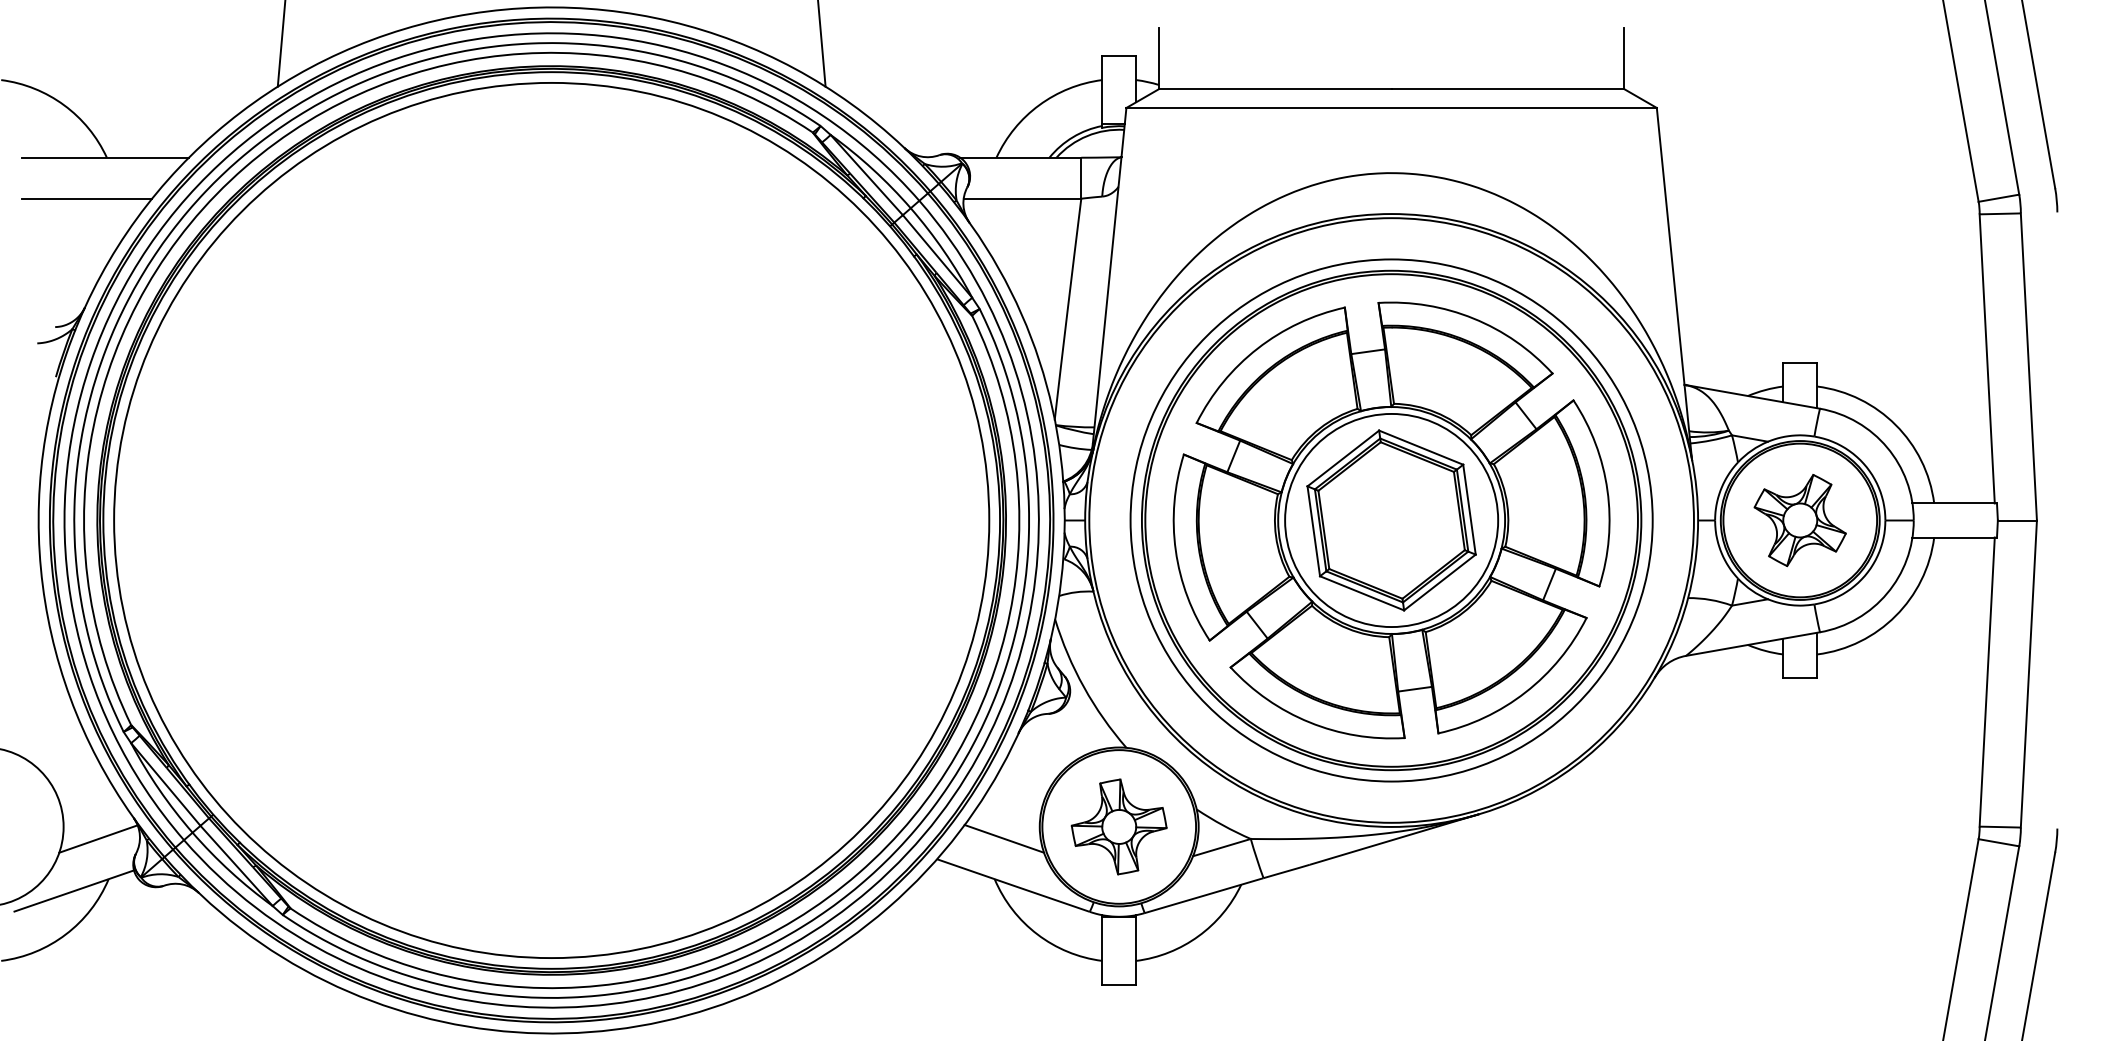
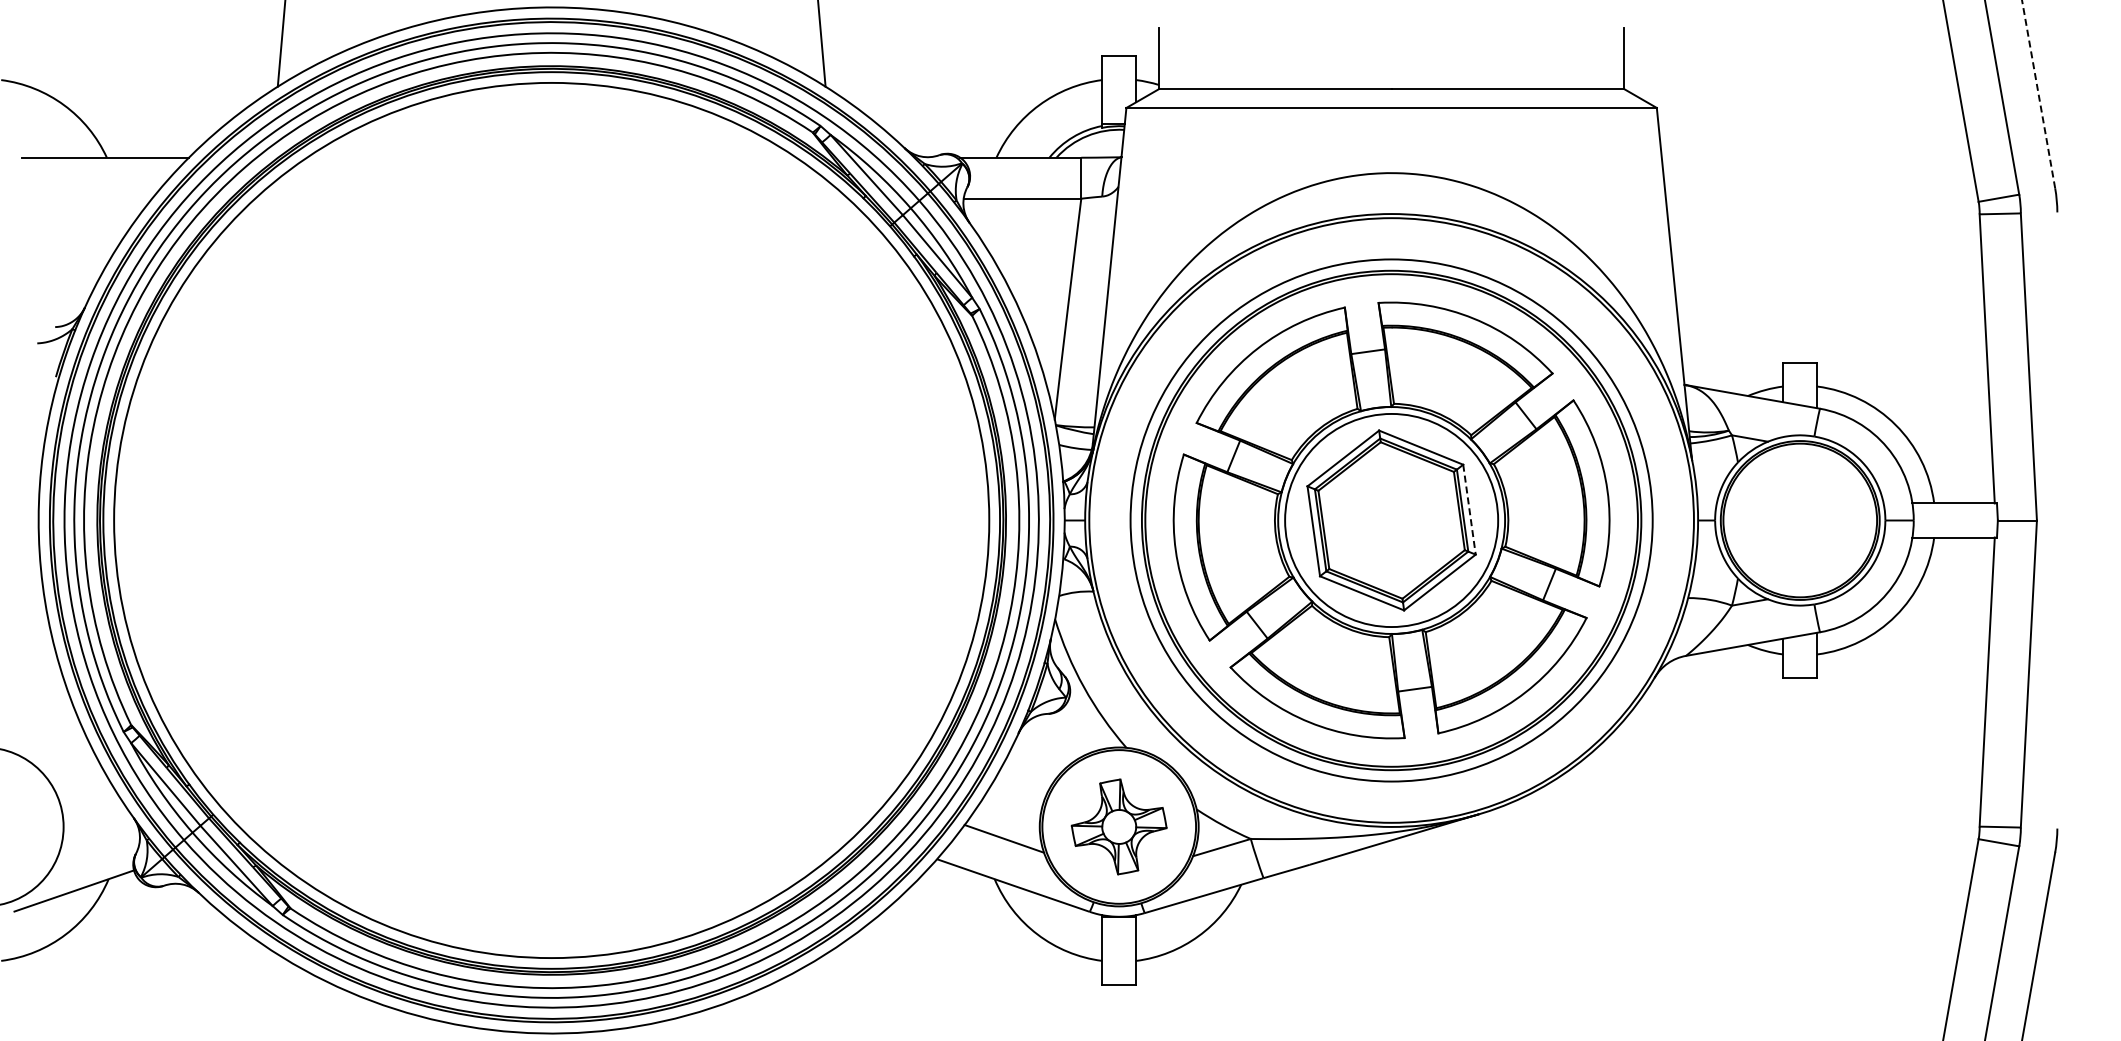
line at (2038, 93): solid -> dashed
line at (87, 198): present -> none
line at (1469, 510): solid -> dashed
part at (1799, 520): present -> none
line at (98, 838): present -> none
